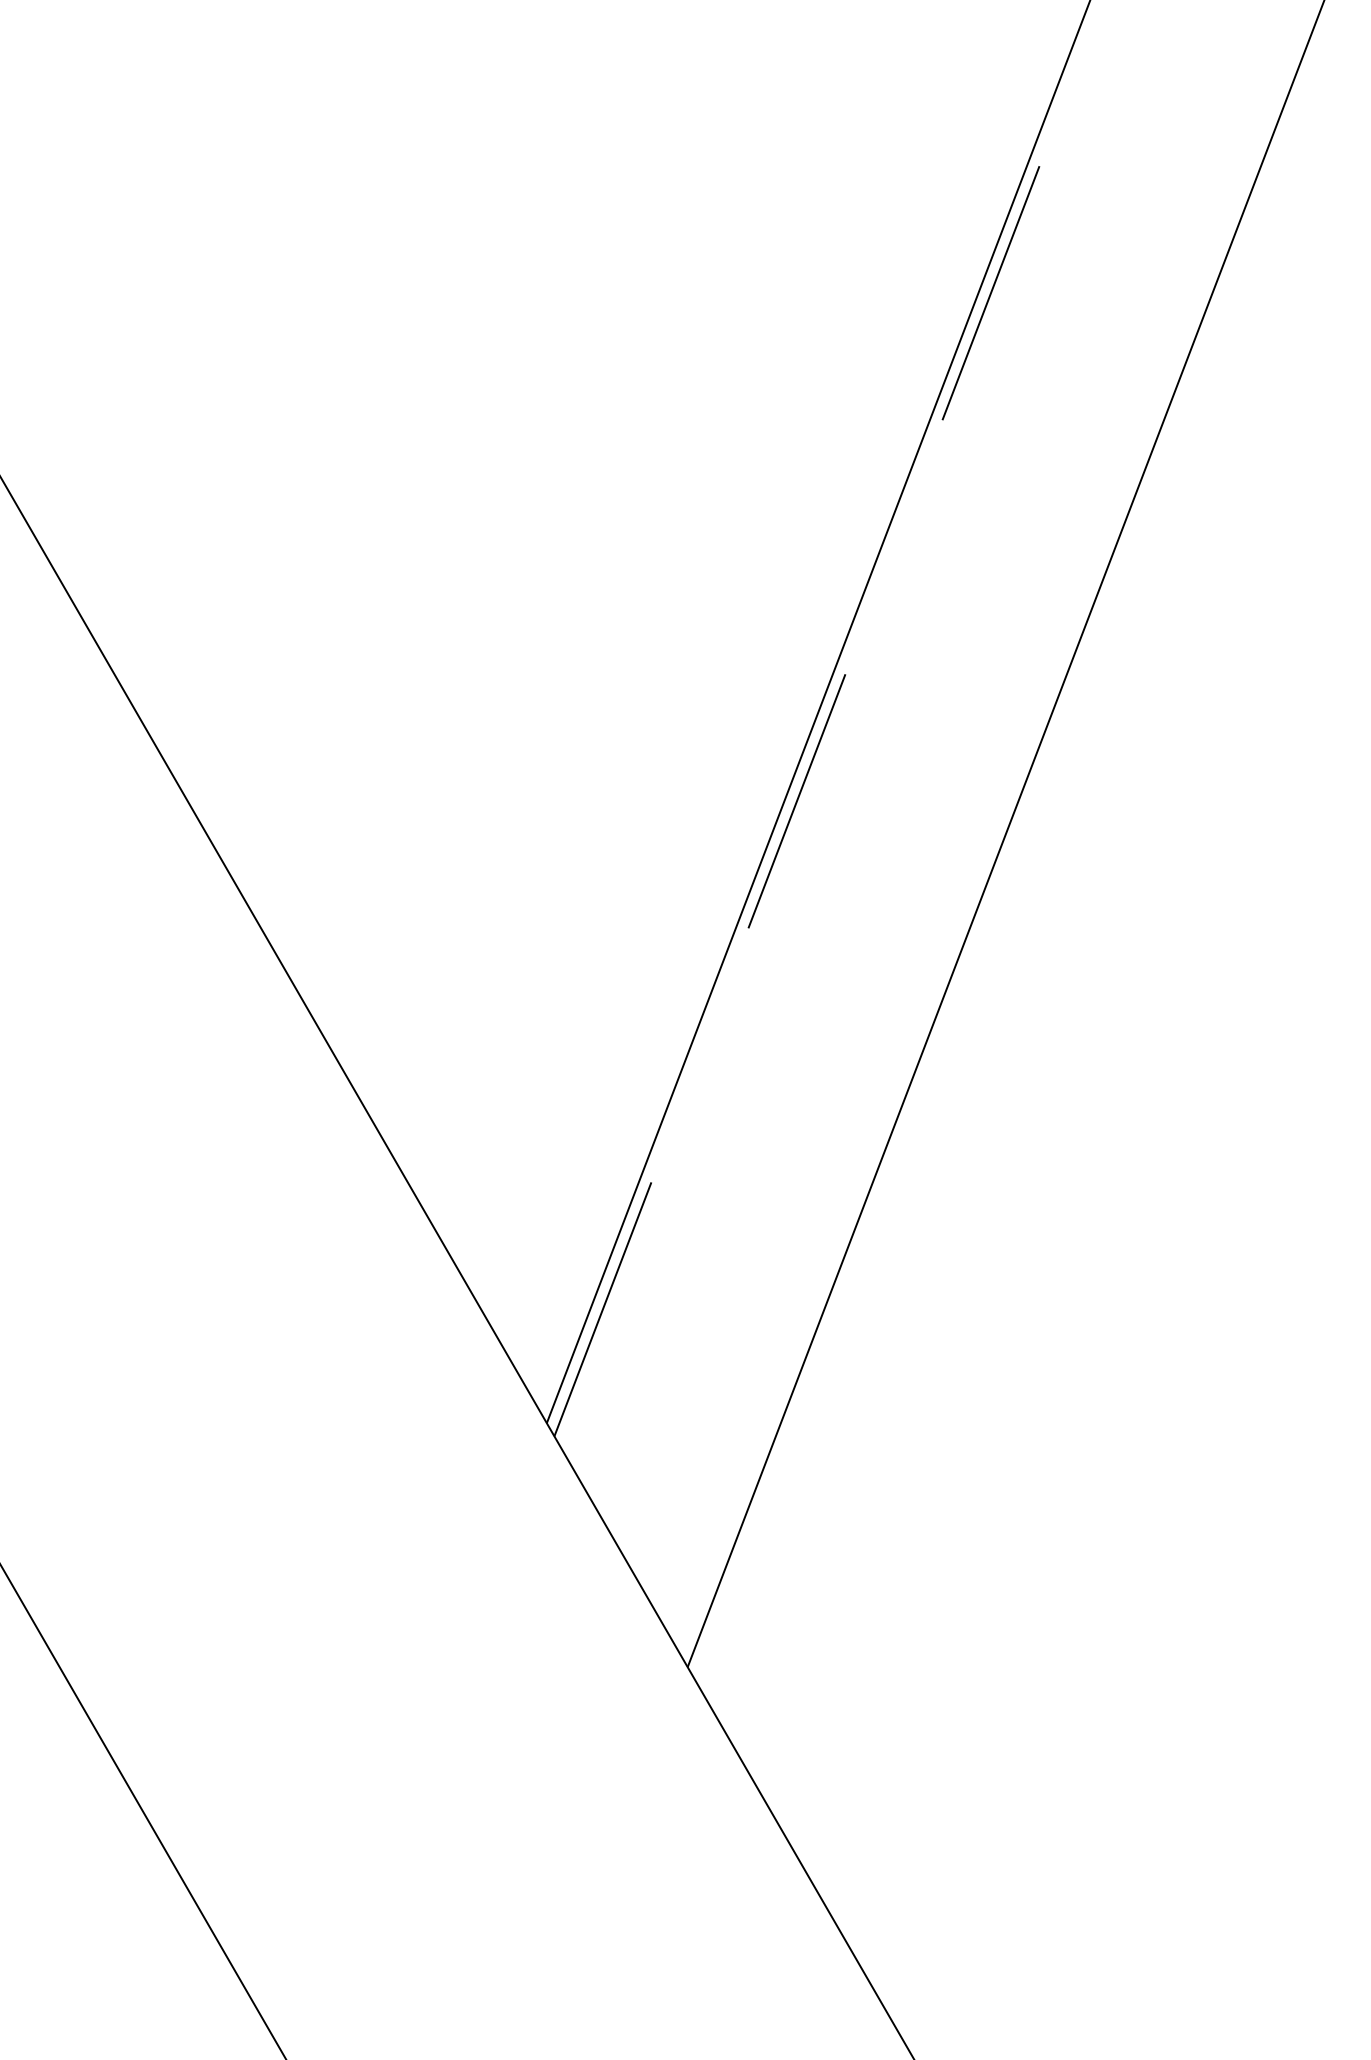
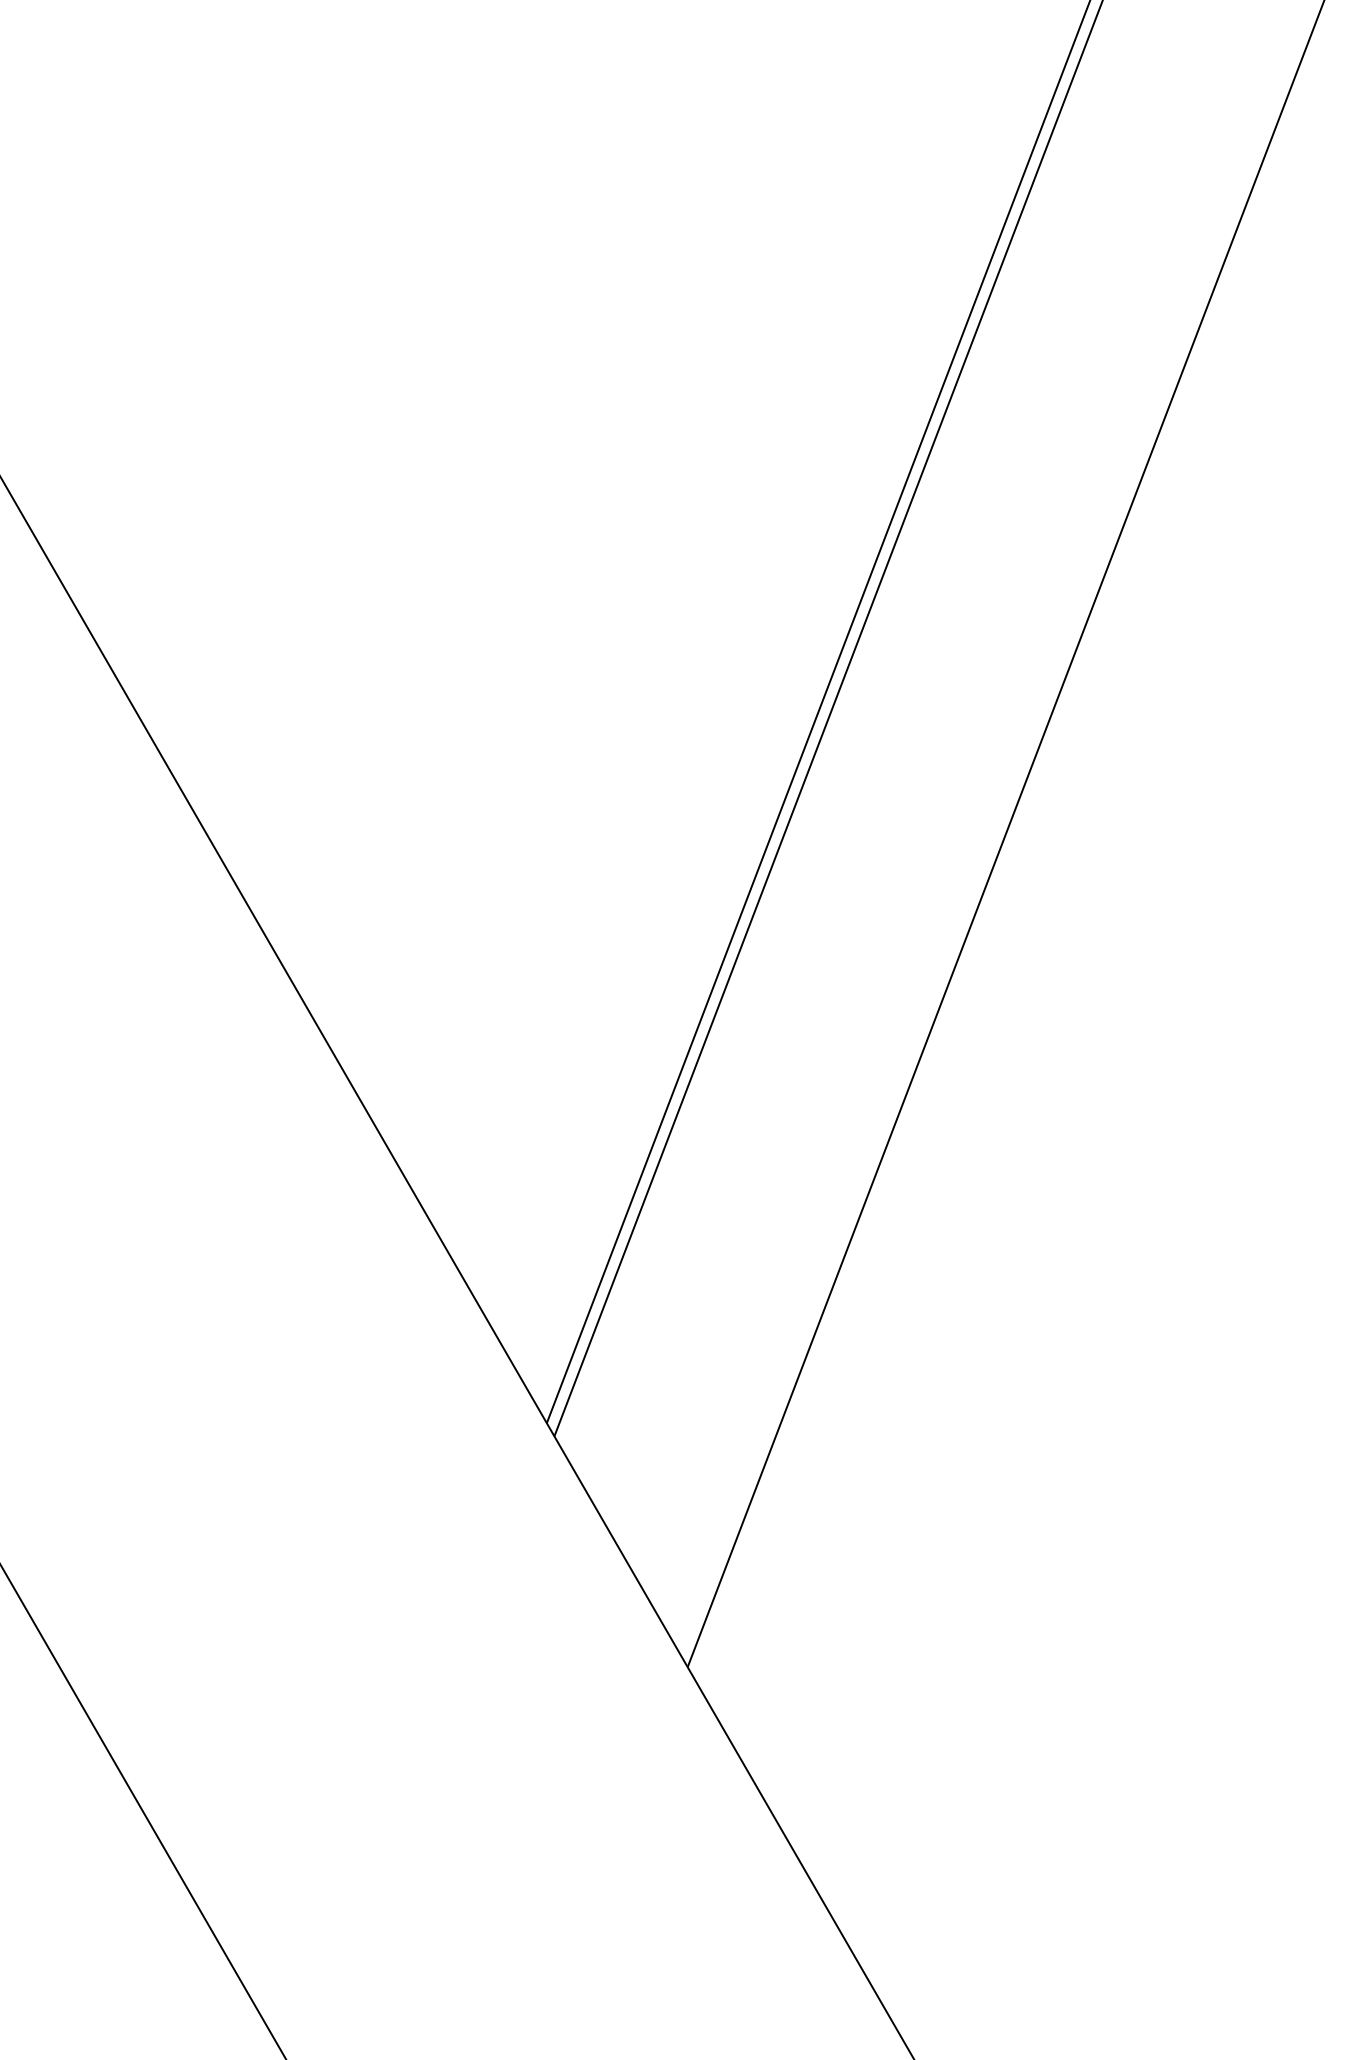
line at (828, 718): dashed -> solid
